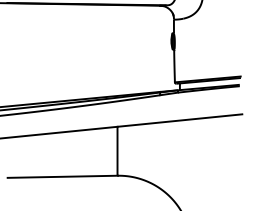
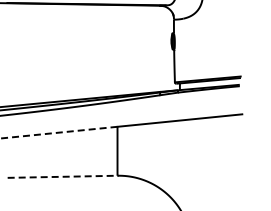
line at (59, 132): solid -> dashed
line at (62, 176): solid -> dashed
